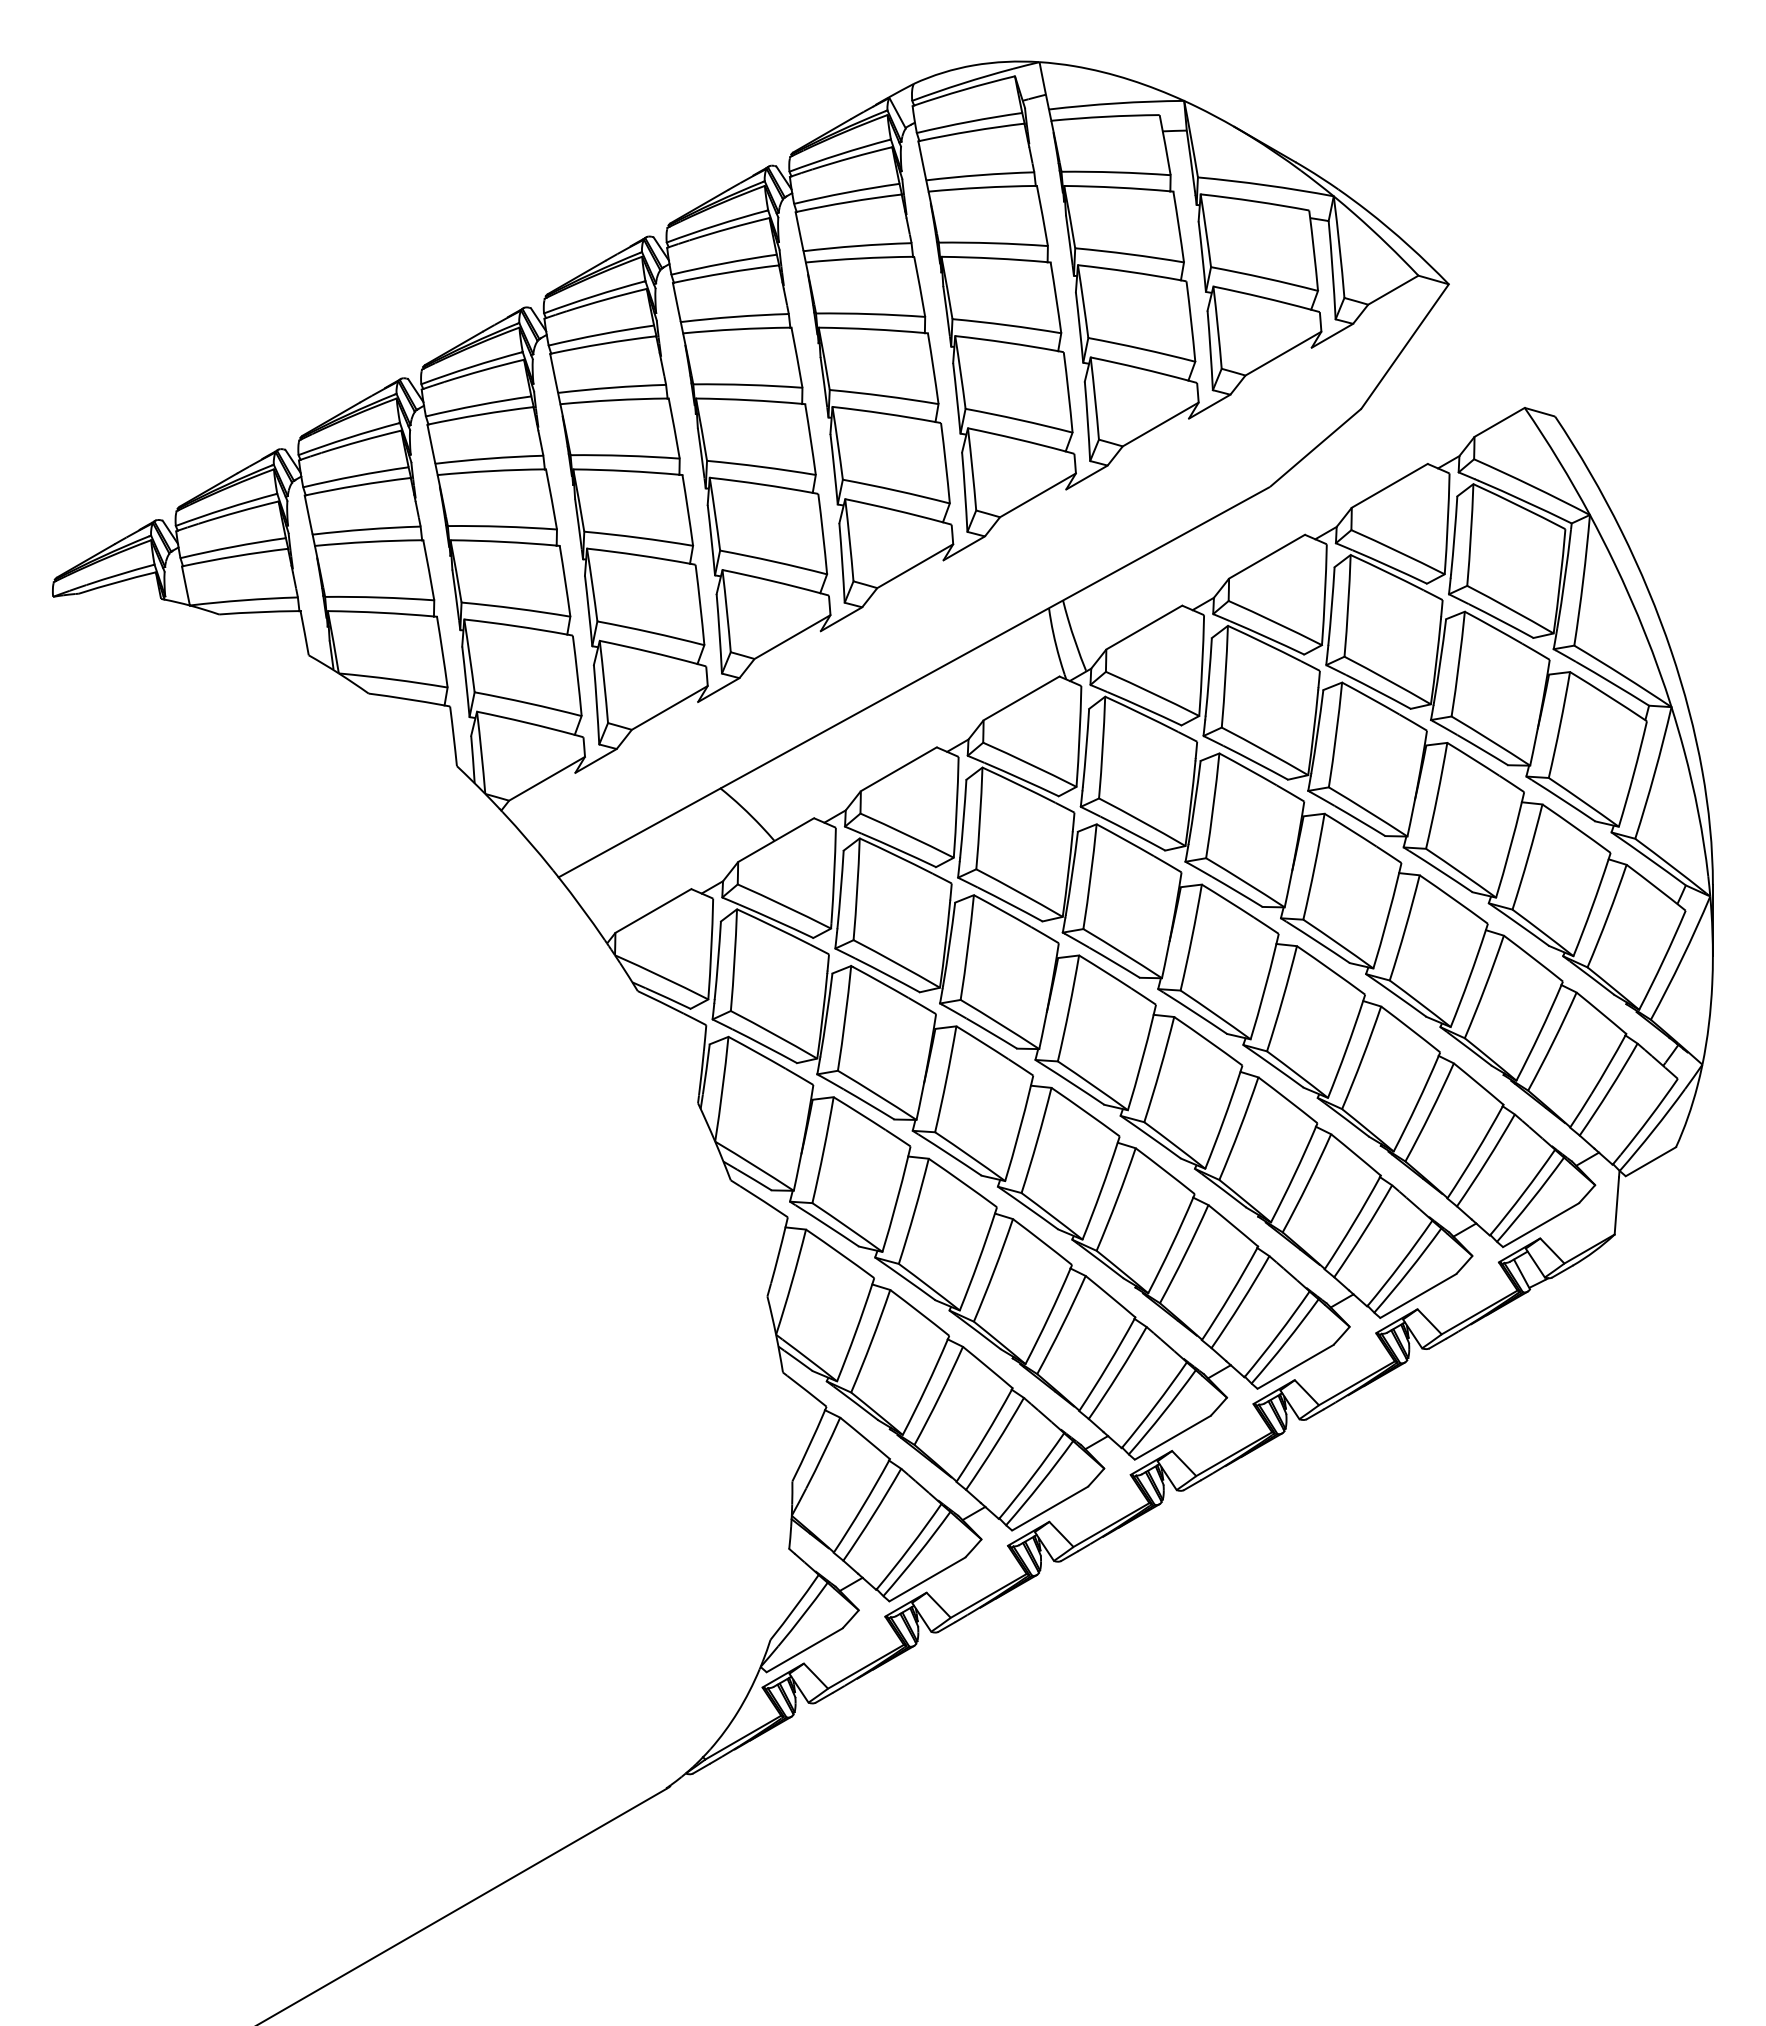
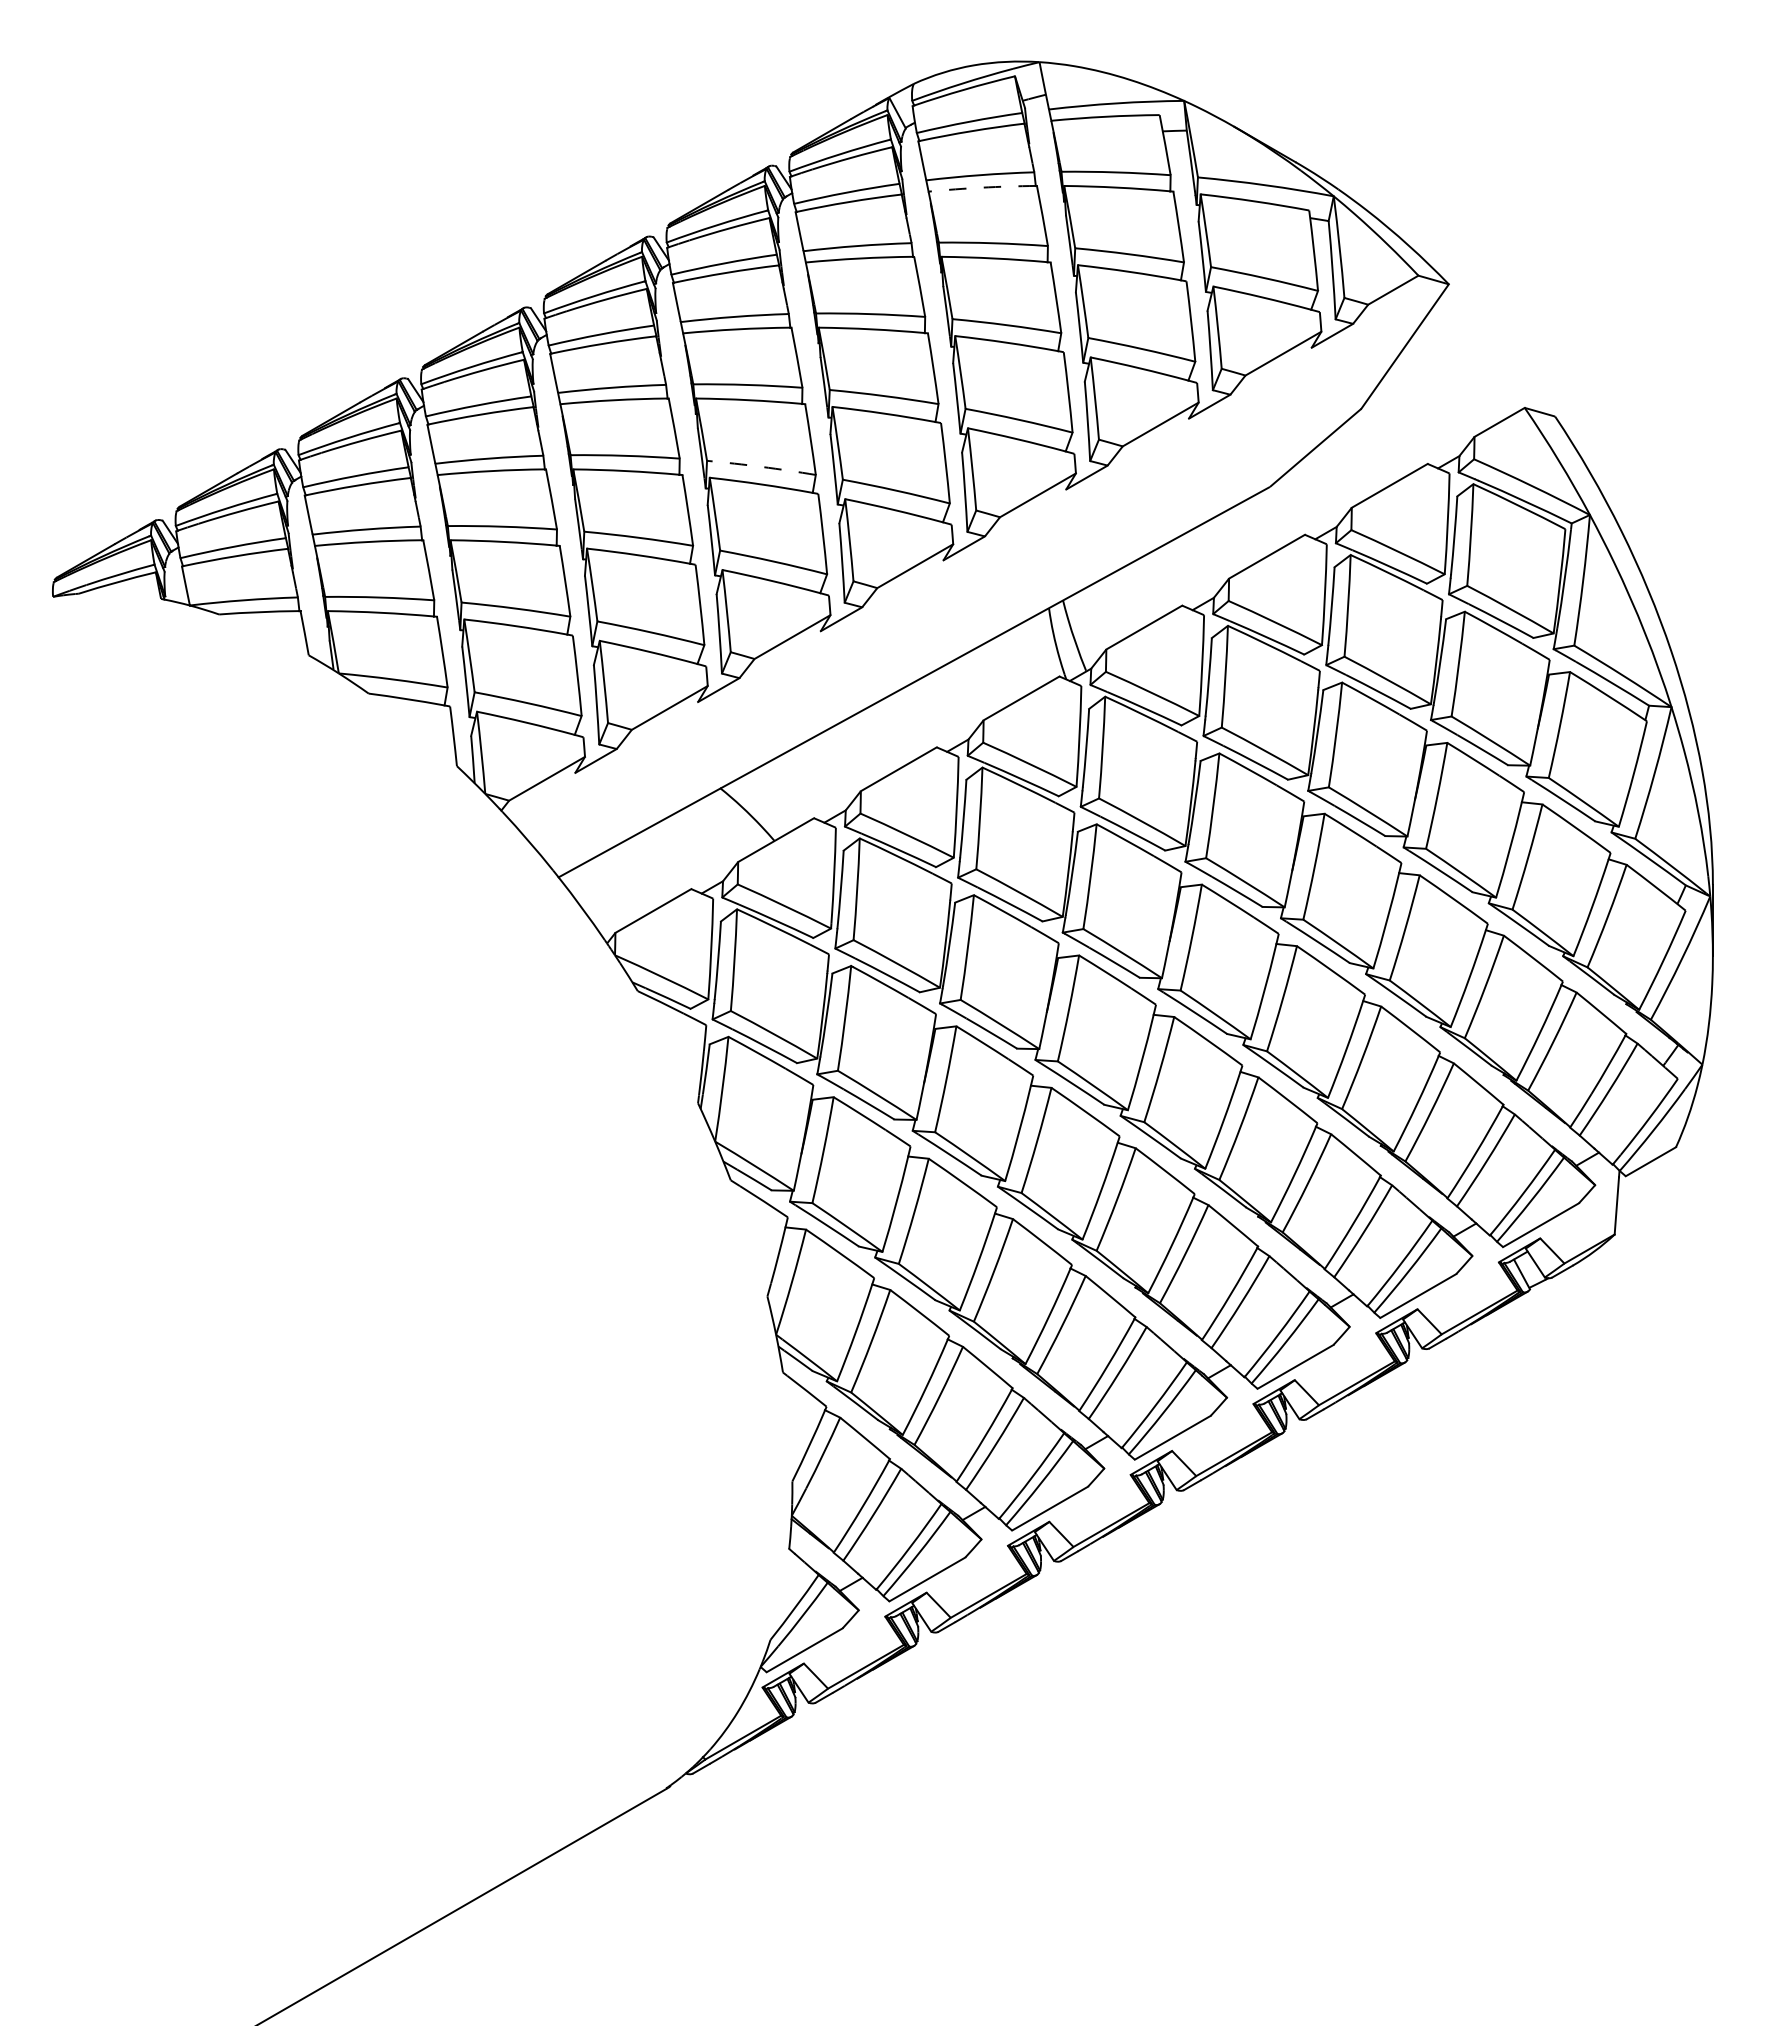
arc at (982, 187): solid -> dashed
arc at (761, 466): solid -> dashed
